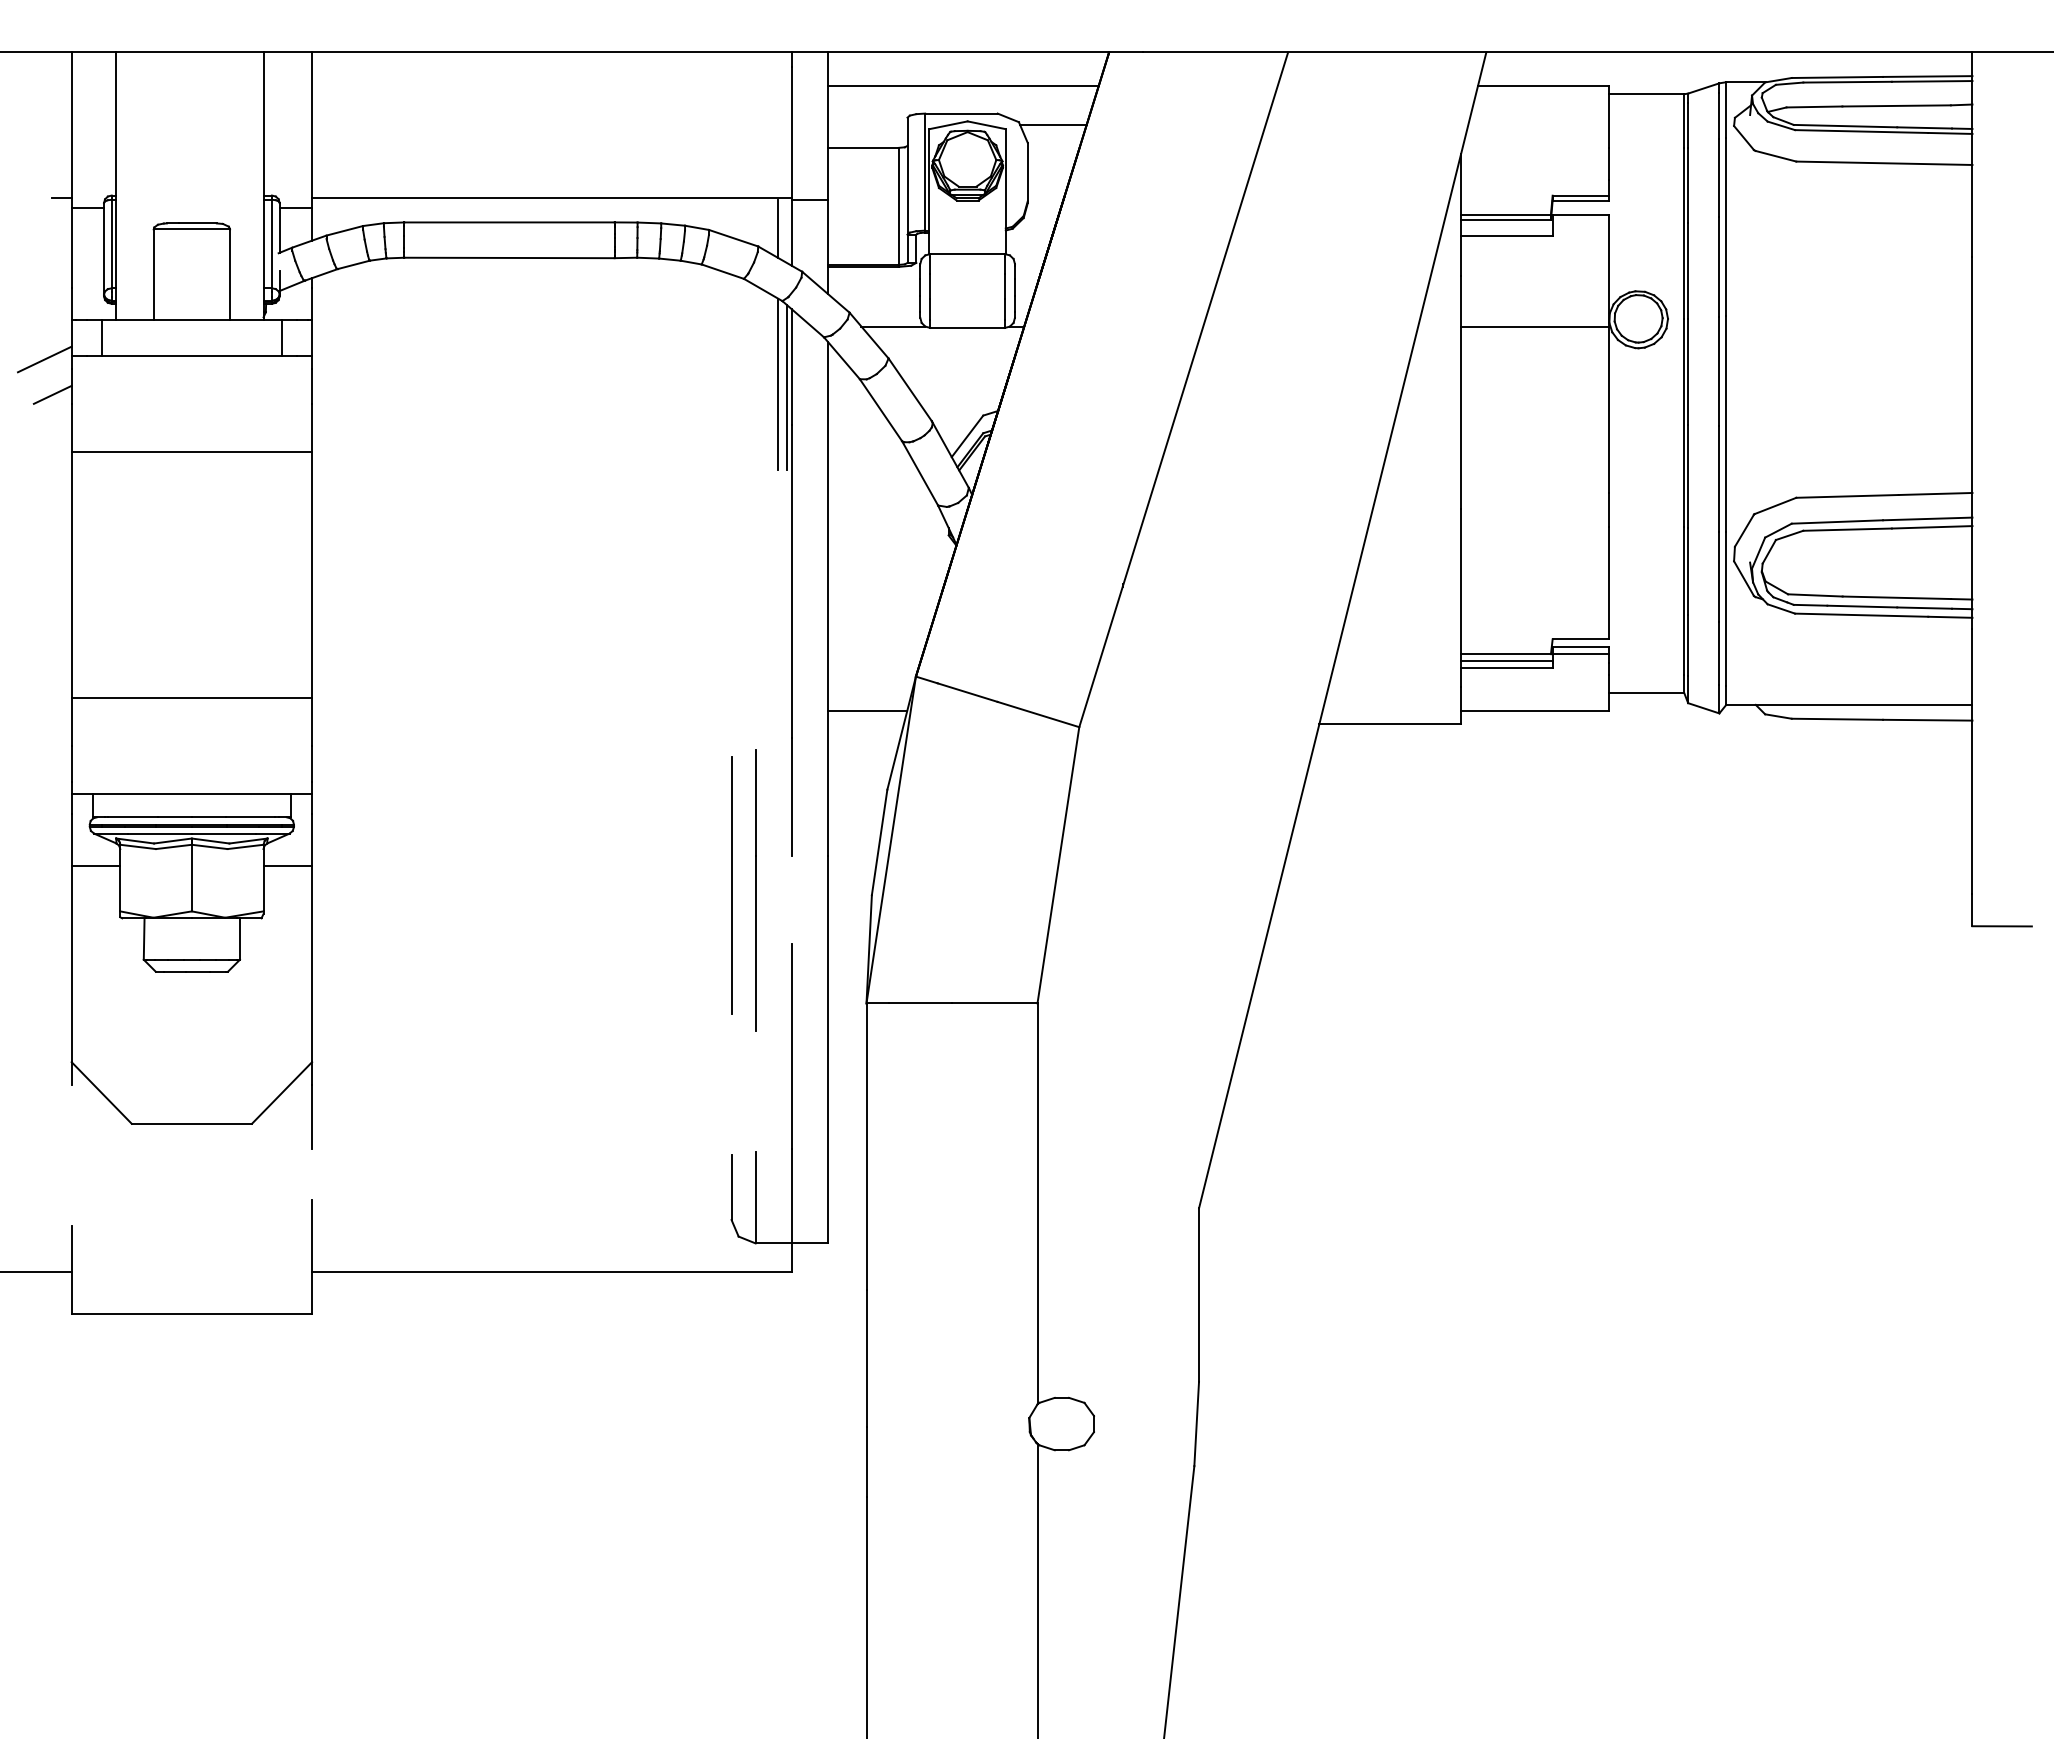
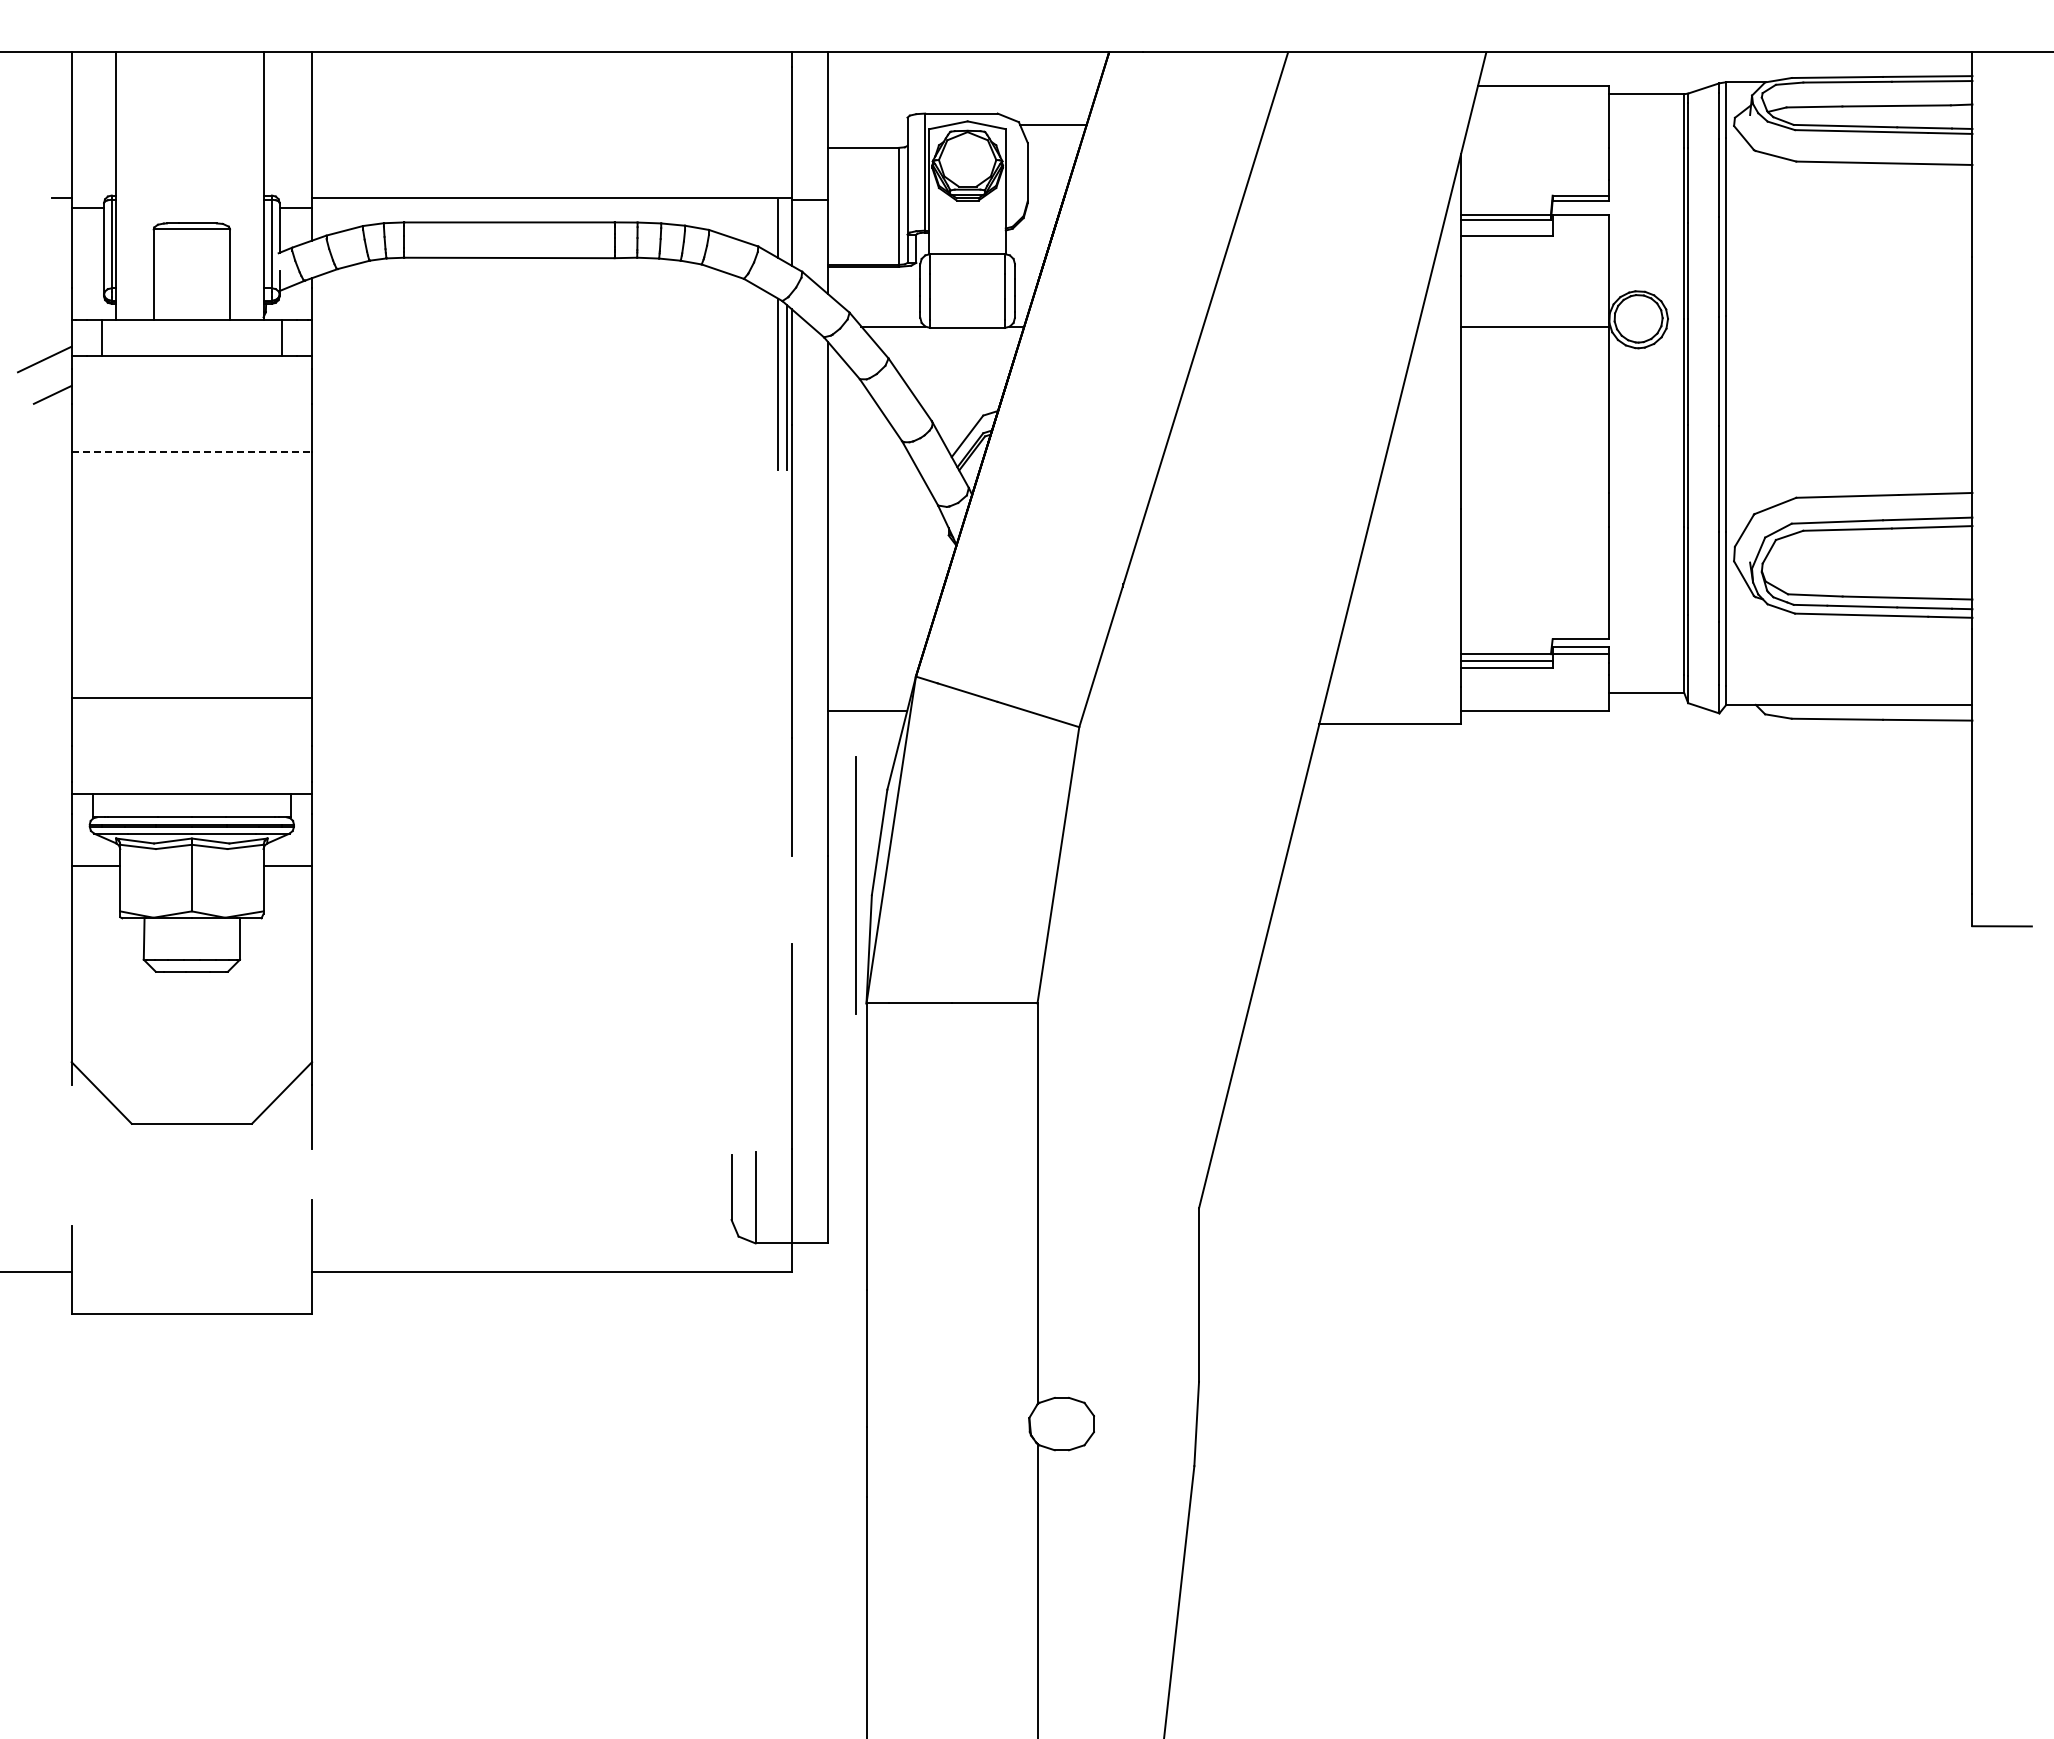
line at (962, 85): present -> none
line at (192, 451): solid -> dashed
line at (731, 885) position: (731, 885) -> (855, 885)
line at (755, 890): present -> none
